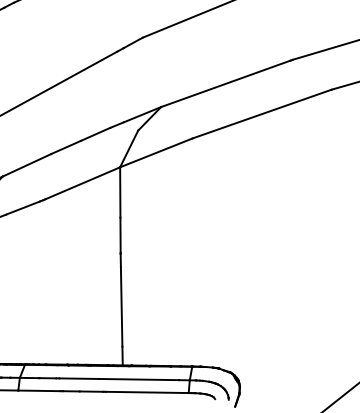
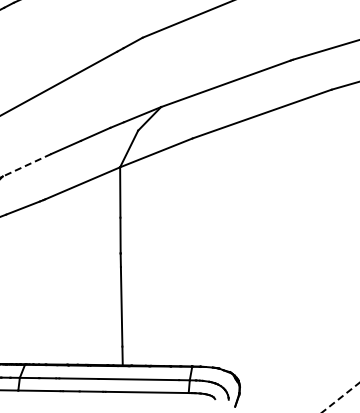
line at (27, 165): solid -> dashed
line at (340, 397): solid -> dashed
